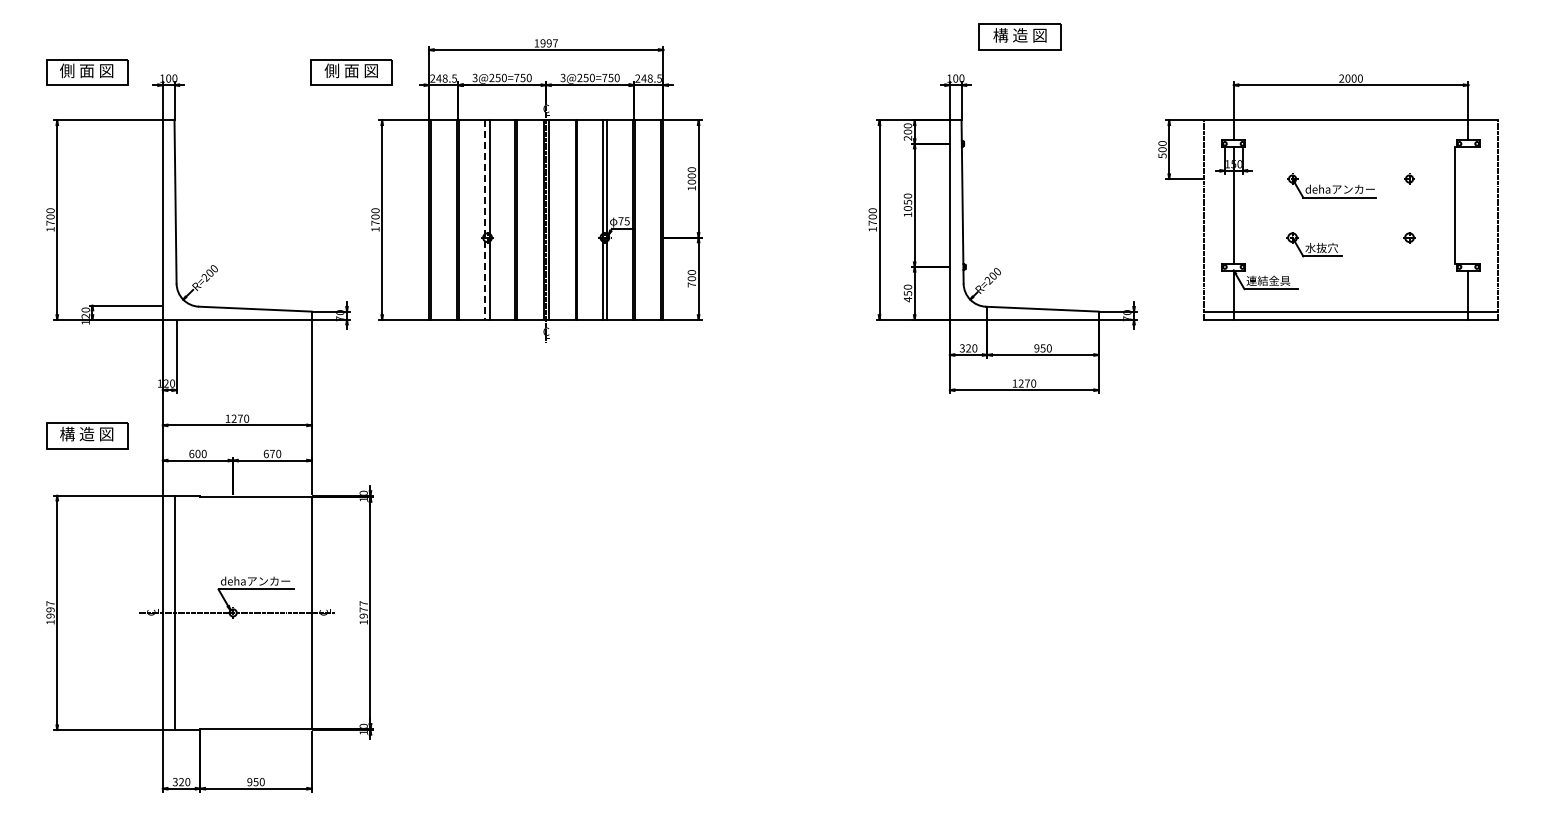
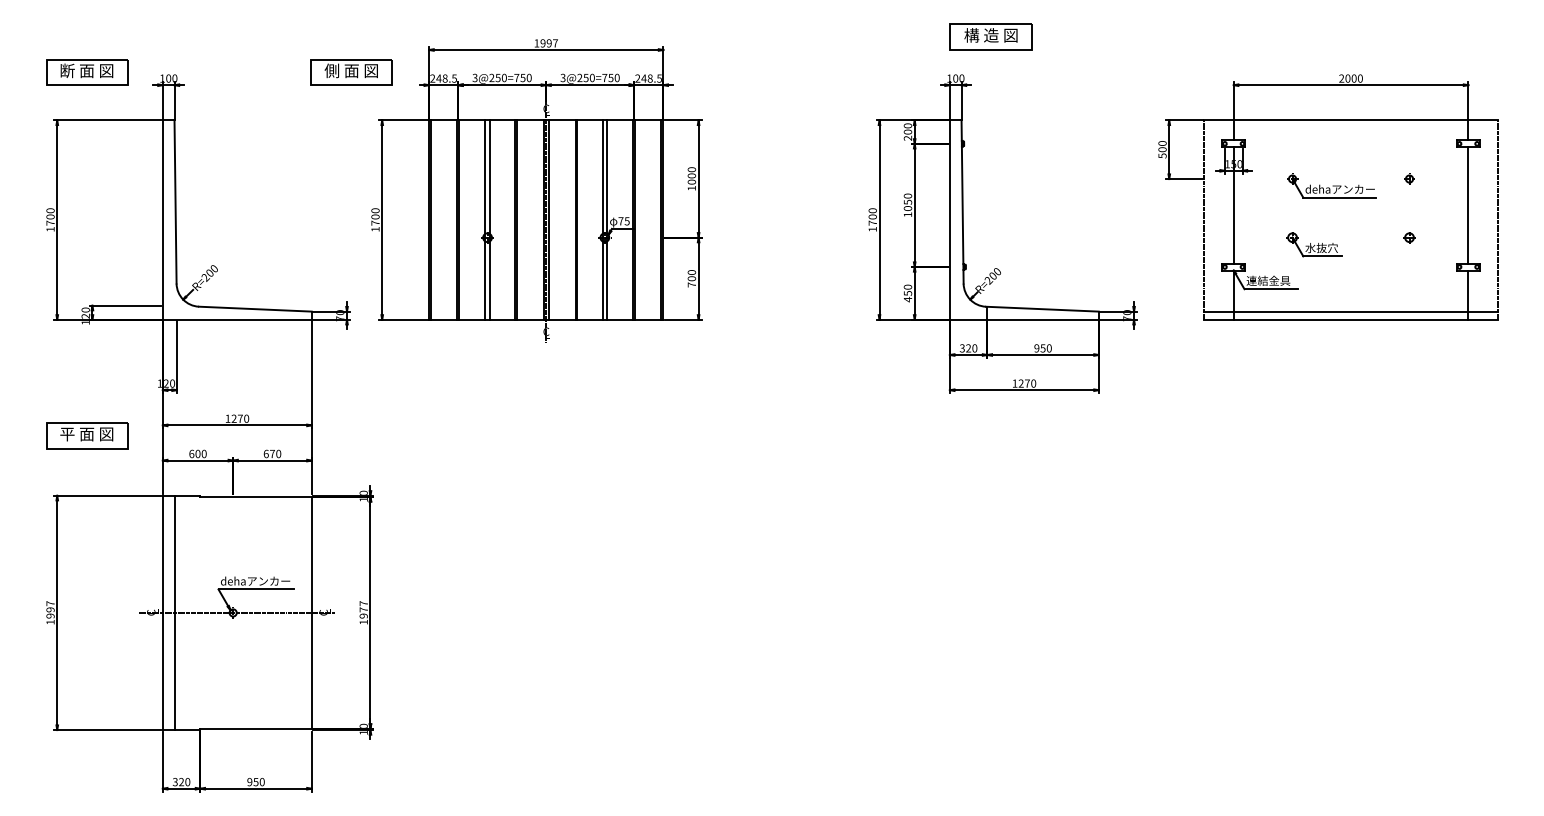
part at (1019, 36) position: (1019, 36) -> (990, 36)
text at (67, 70): 側 面 図 -> 断 面 図
line at (1455, 205) position: (1455, 205) -> (1468, 205)
line at (485, 220): dashed -> solid
text at (77, 433): 構 造 図 -> 平 面 図
